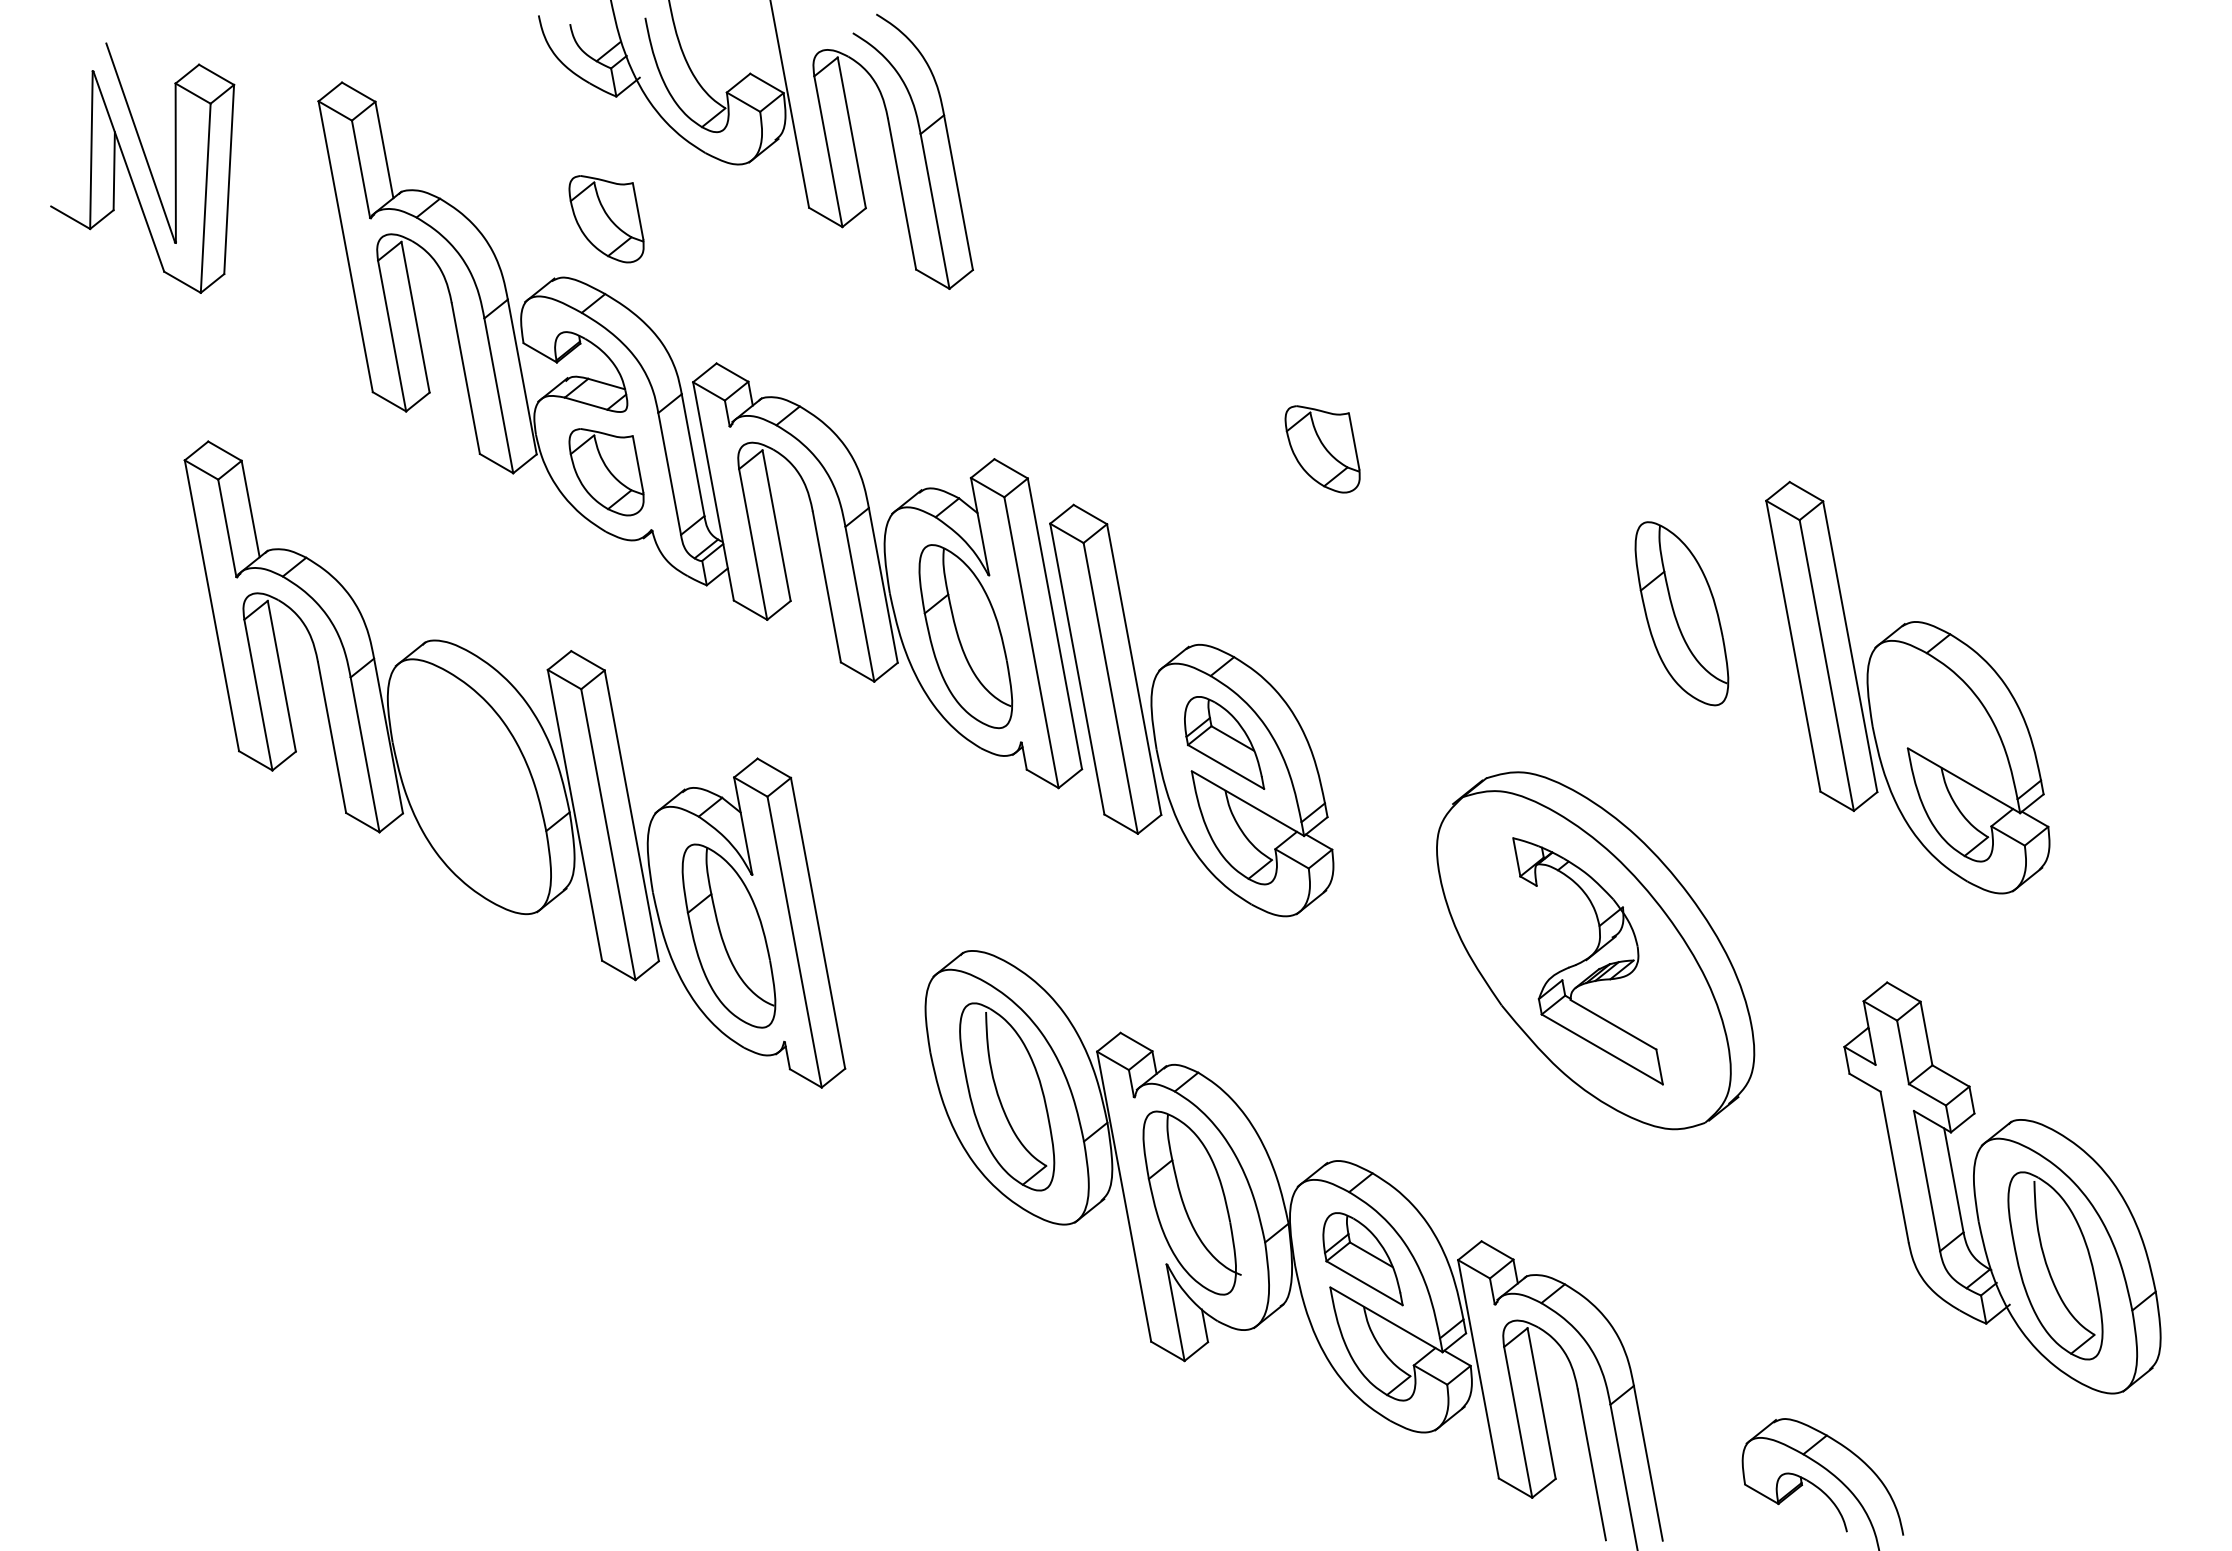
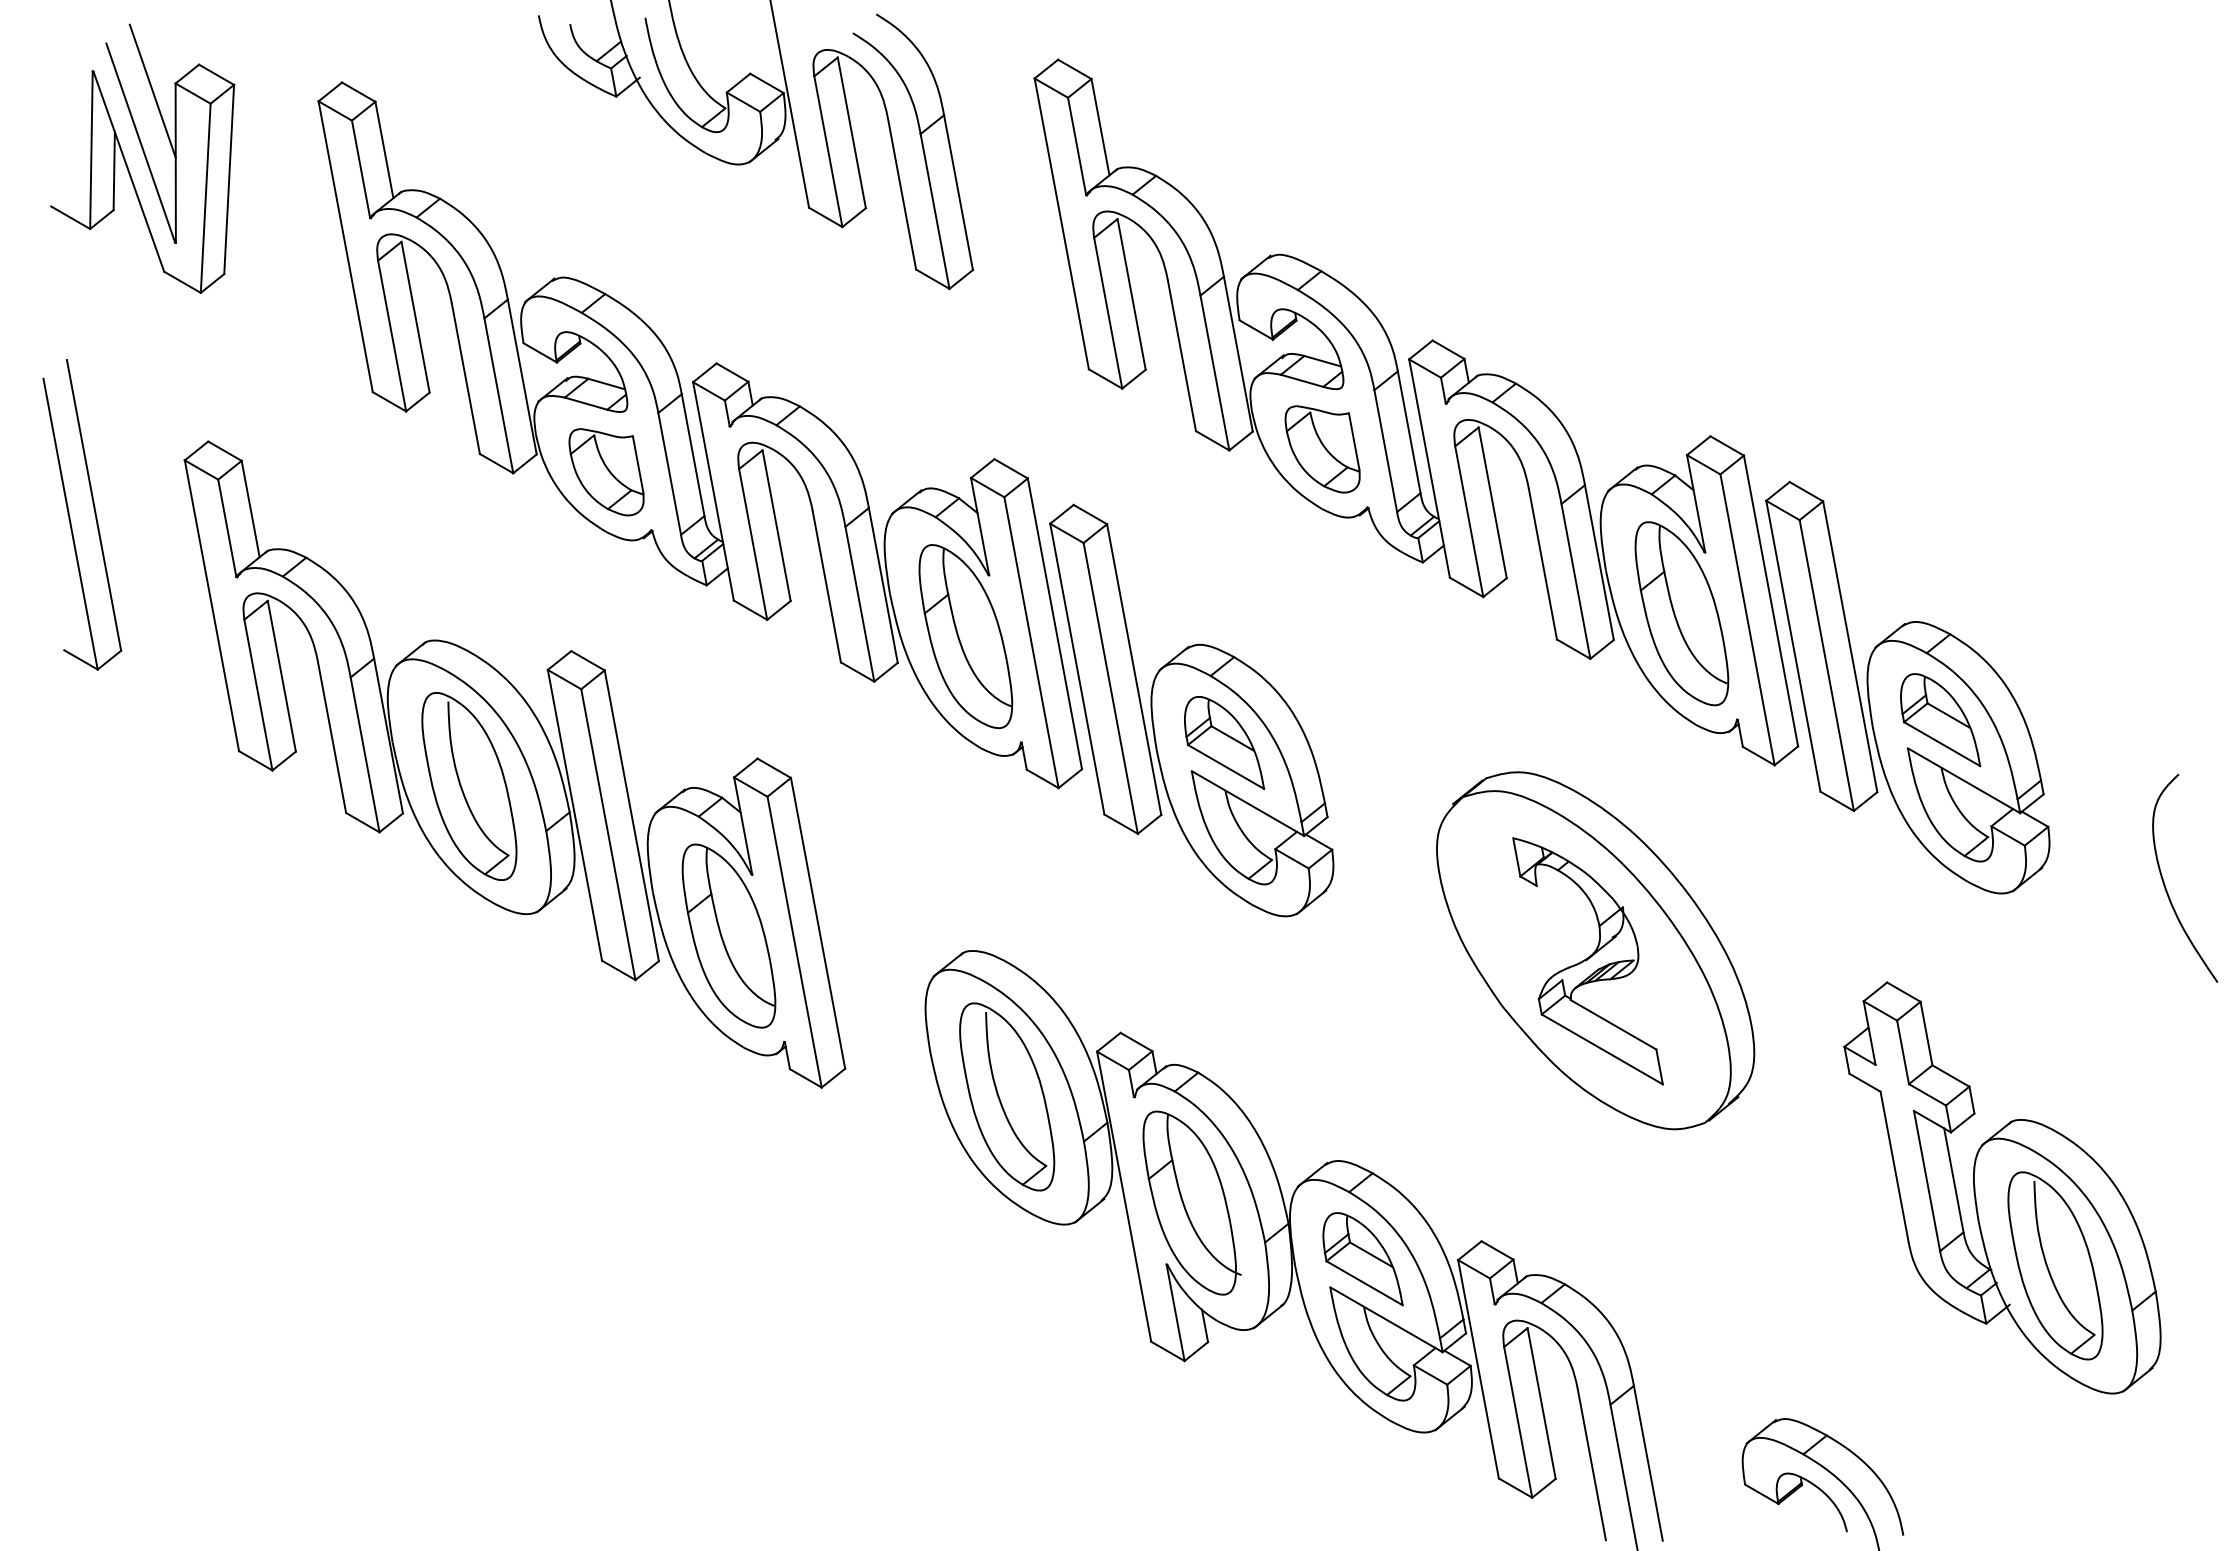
line at (152, 90): none -> present
part at (606, 219): present -> none
part at (1416, 412): none -> present
part at (94, 514): none -> present
part at (1940, 720): none -> present
part at (469, 786): none -> present
curve at (2165, 884): none -> present
